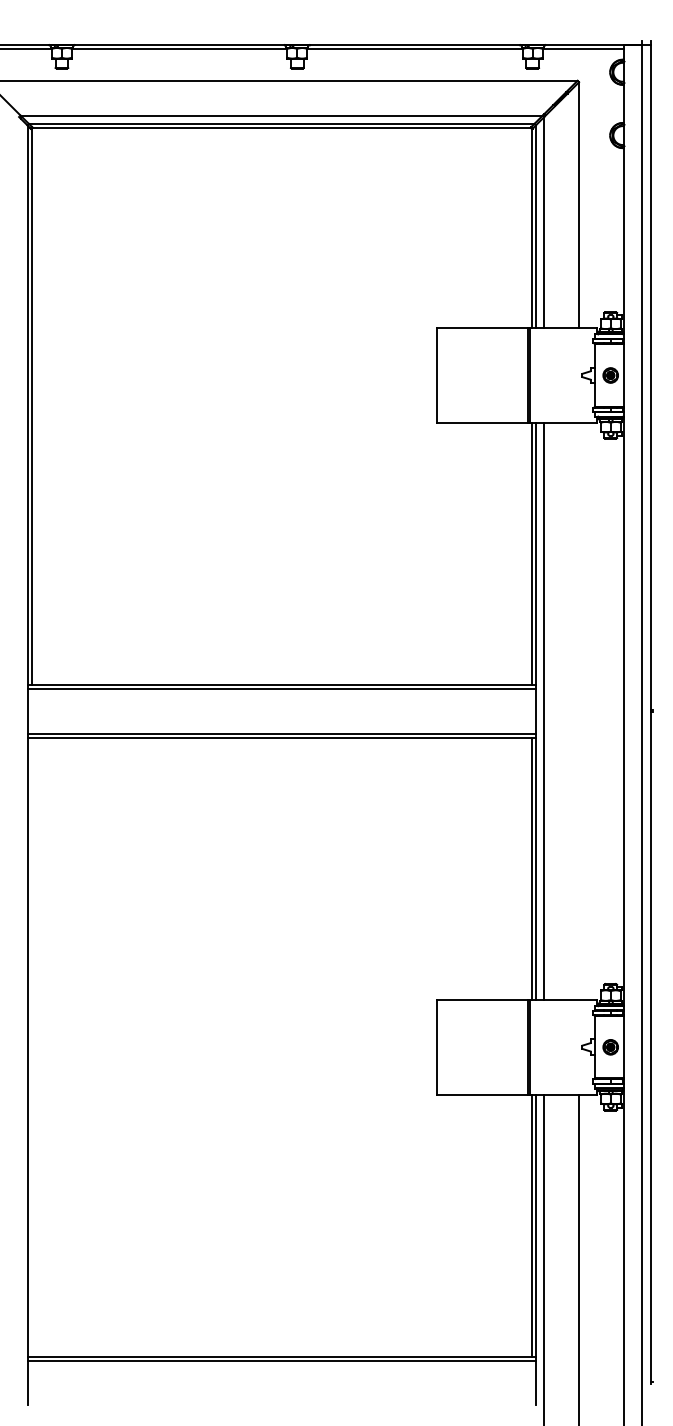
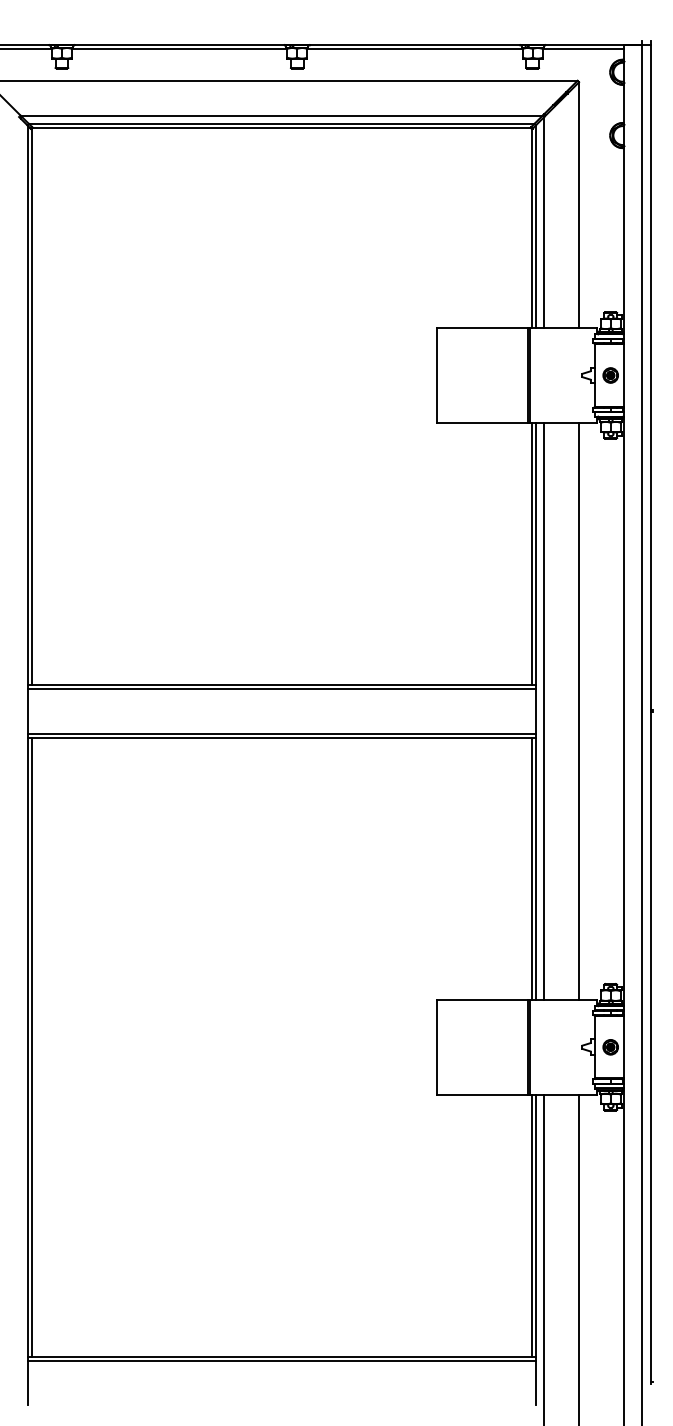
line at (579, 710): none -> present
line at (31, 1046): none -> present
